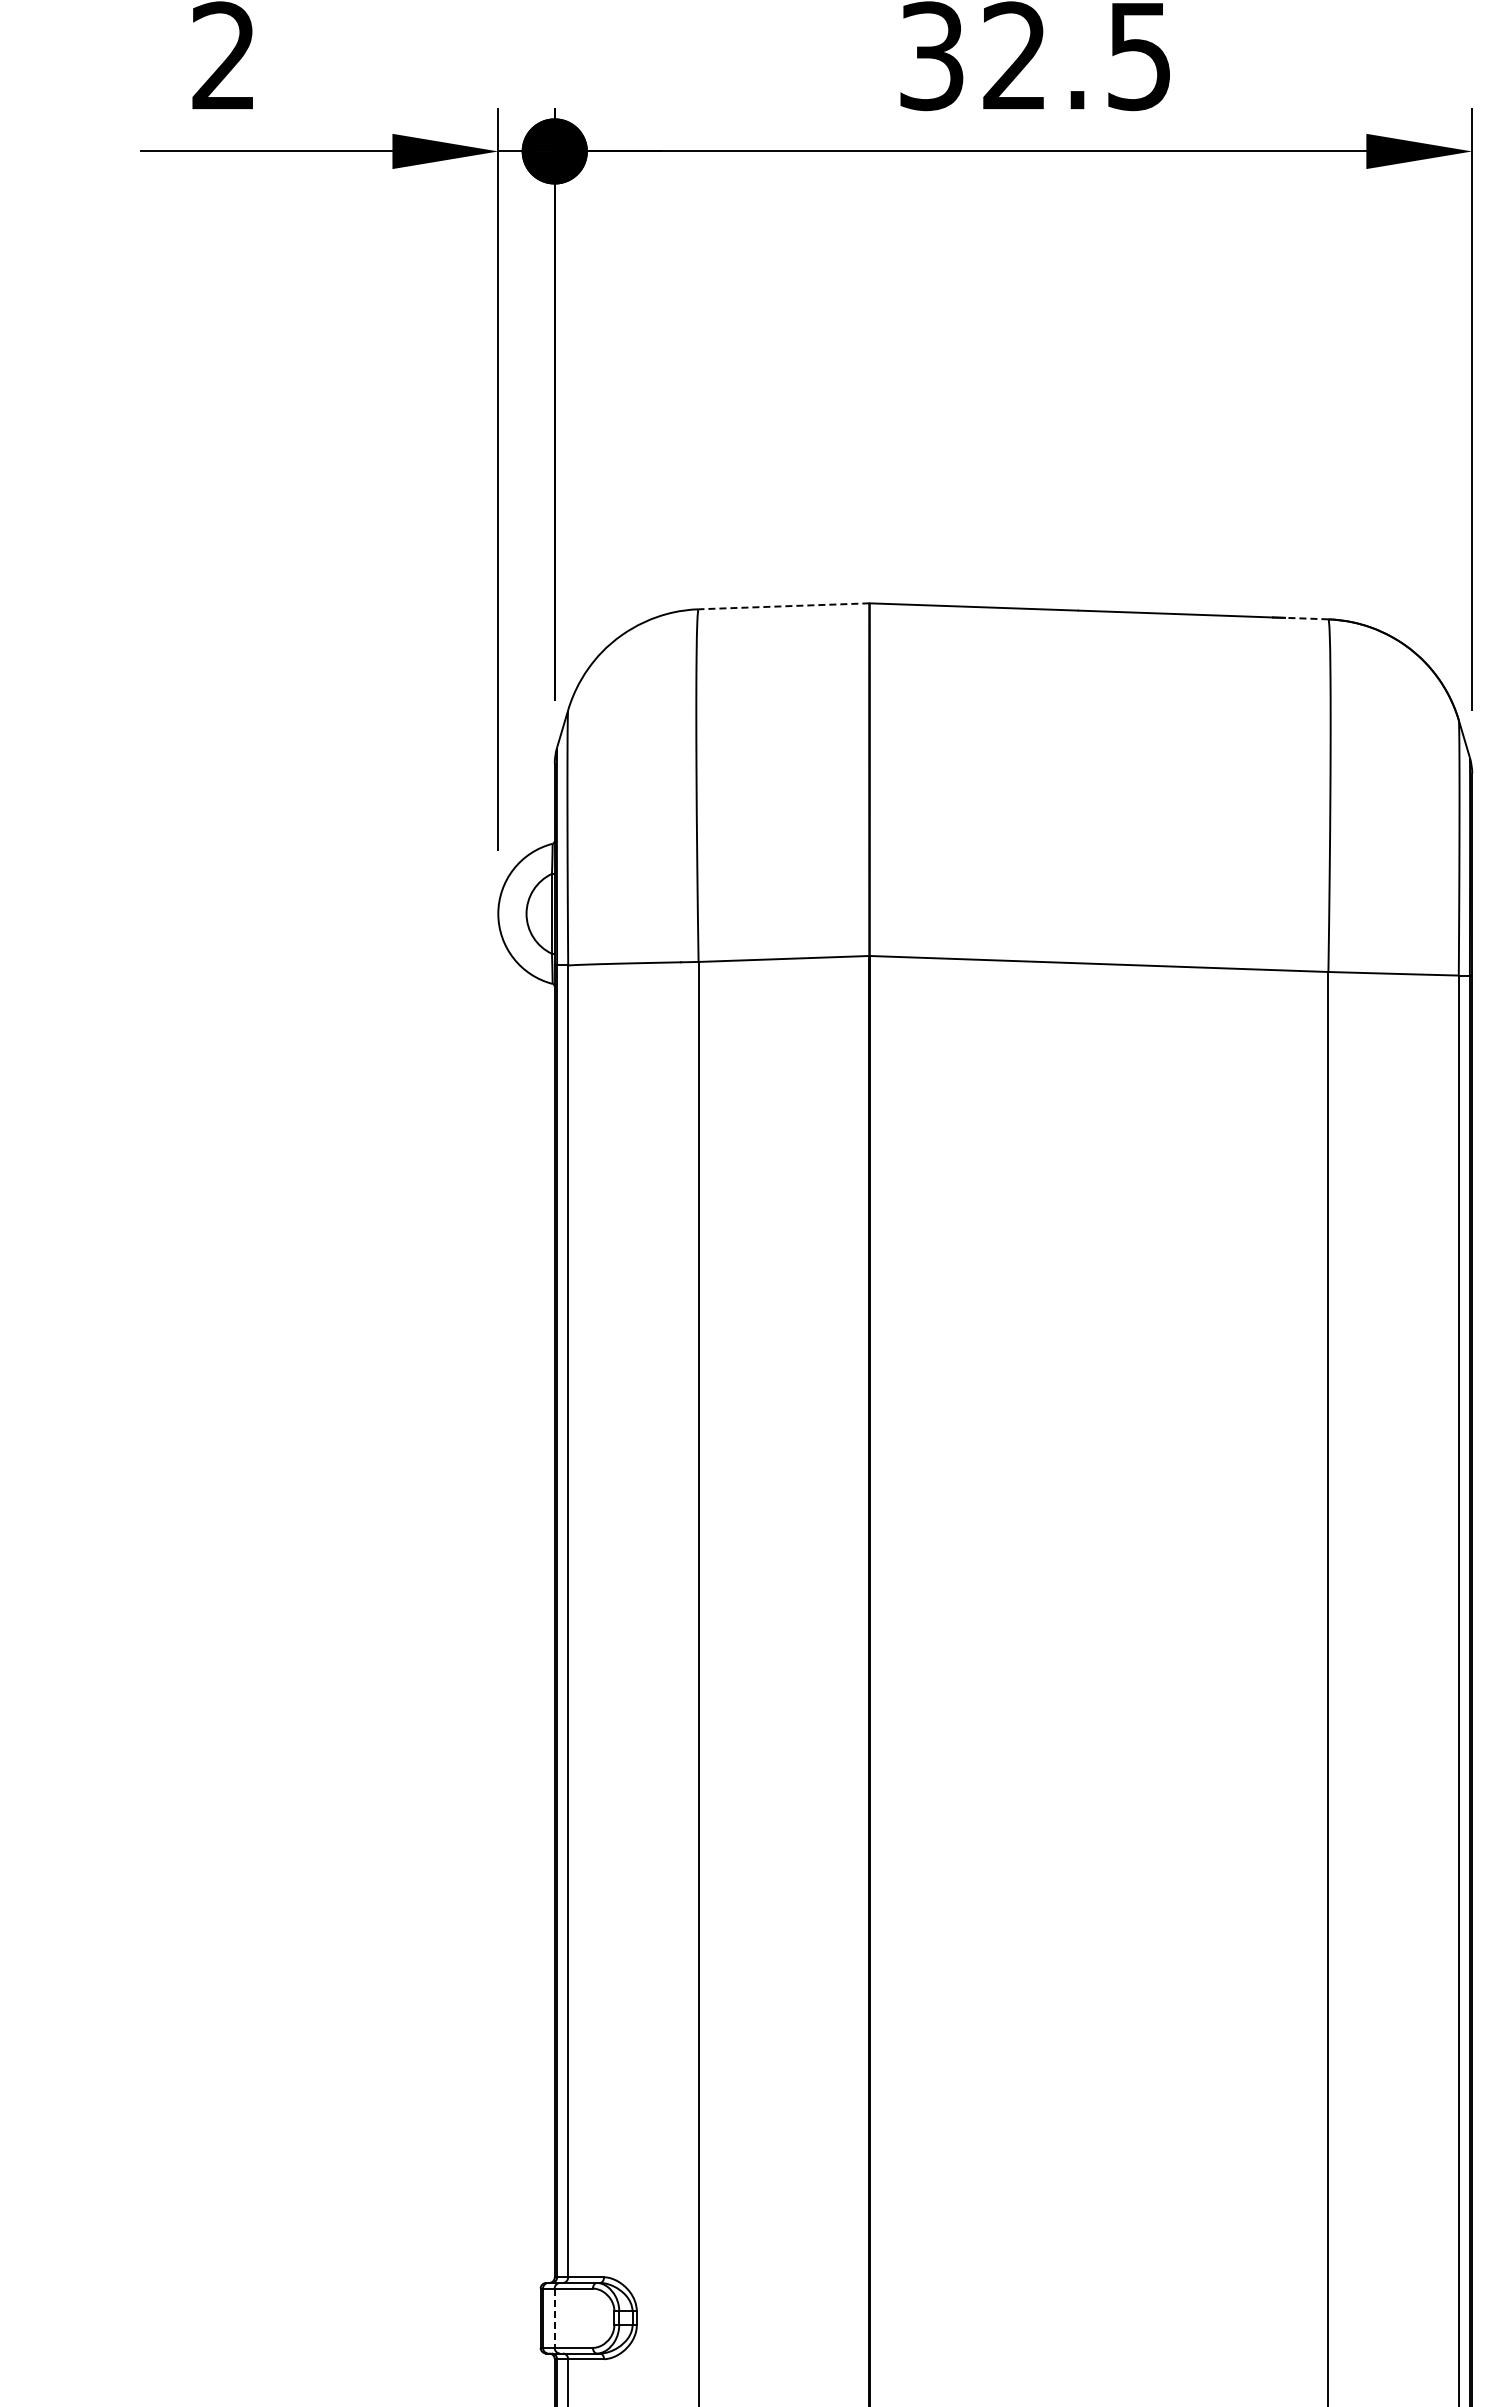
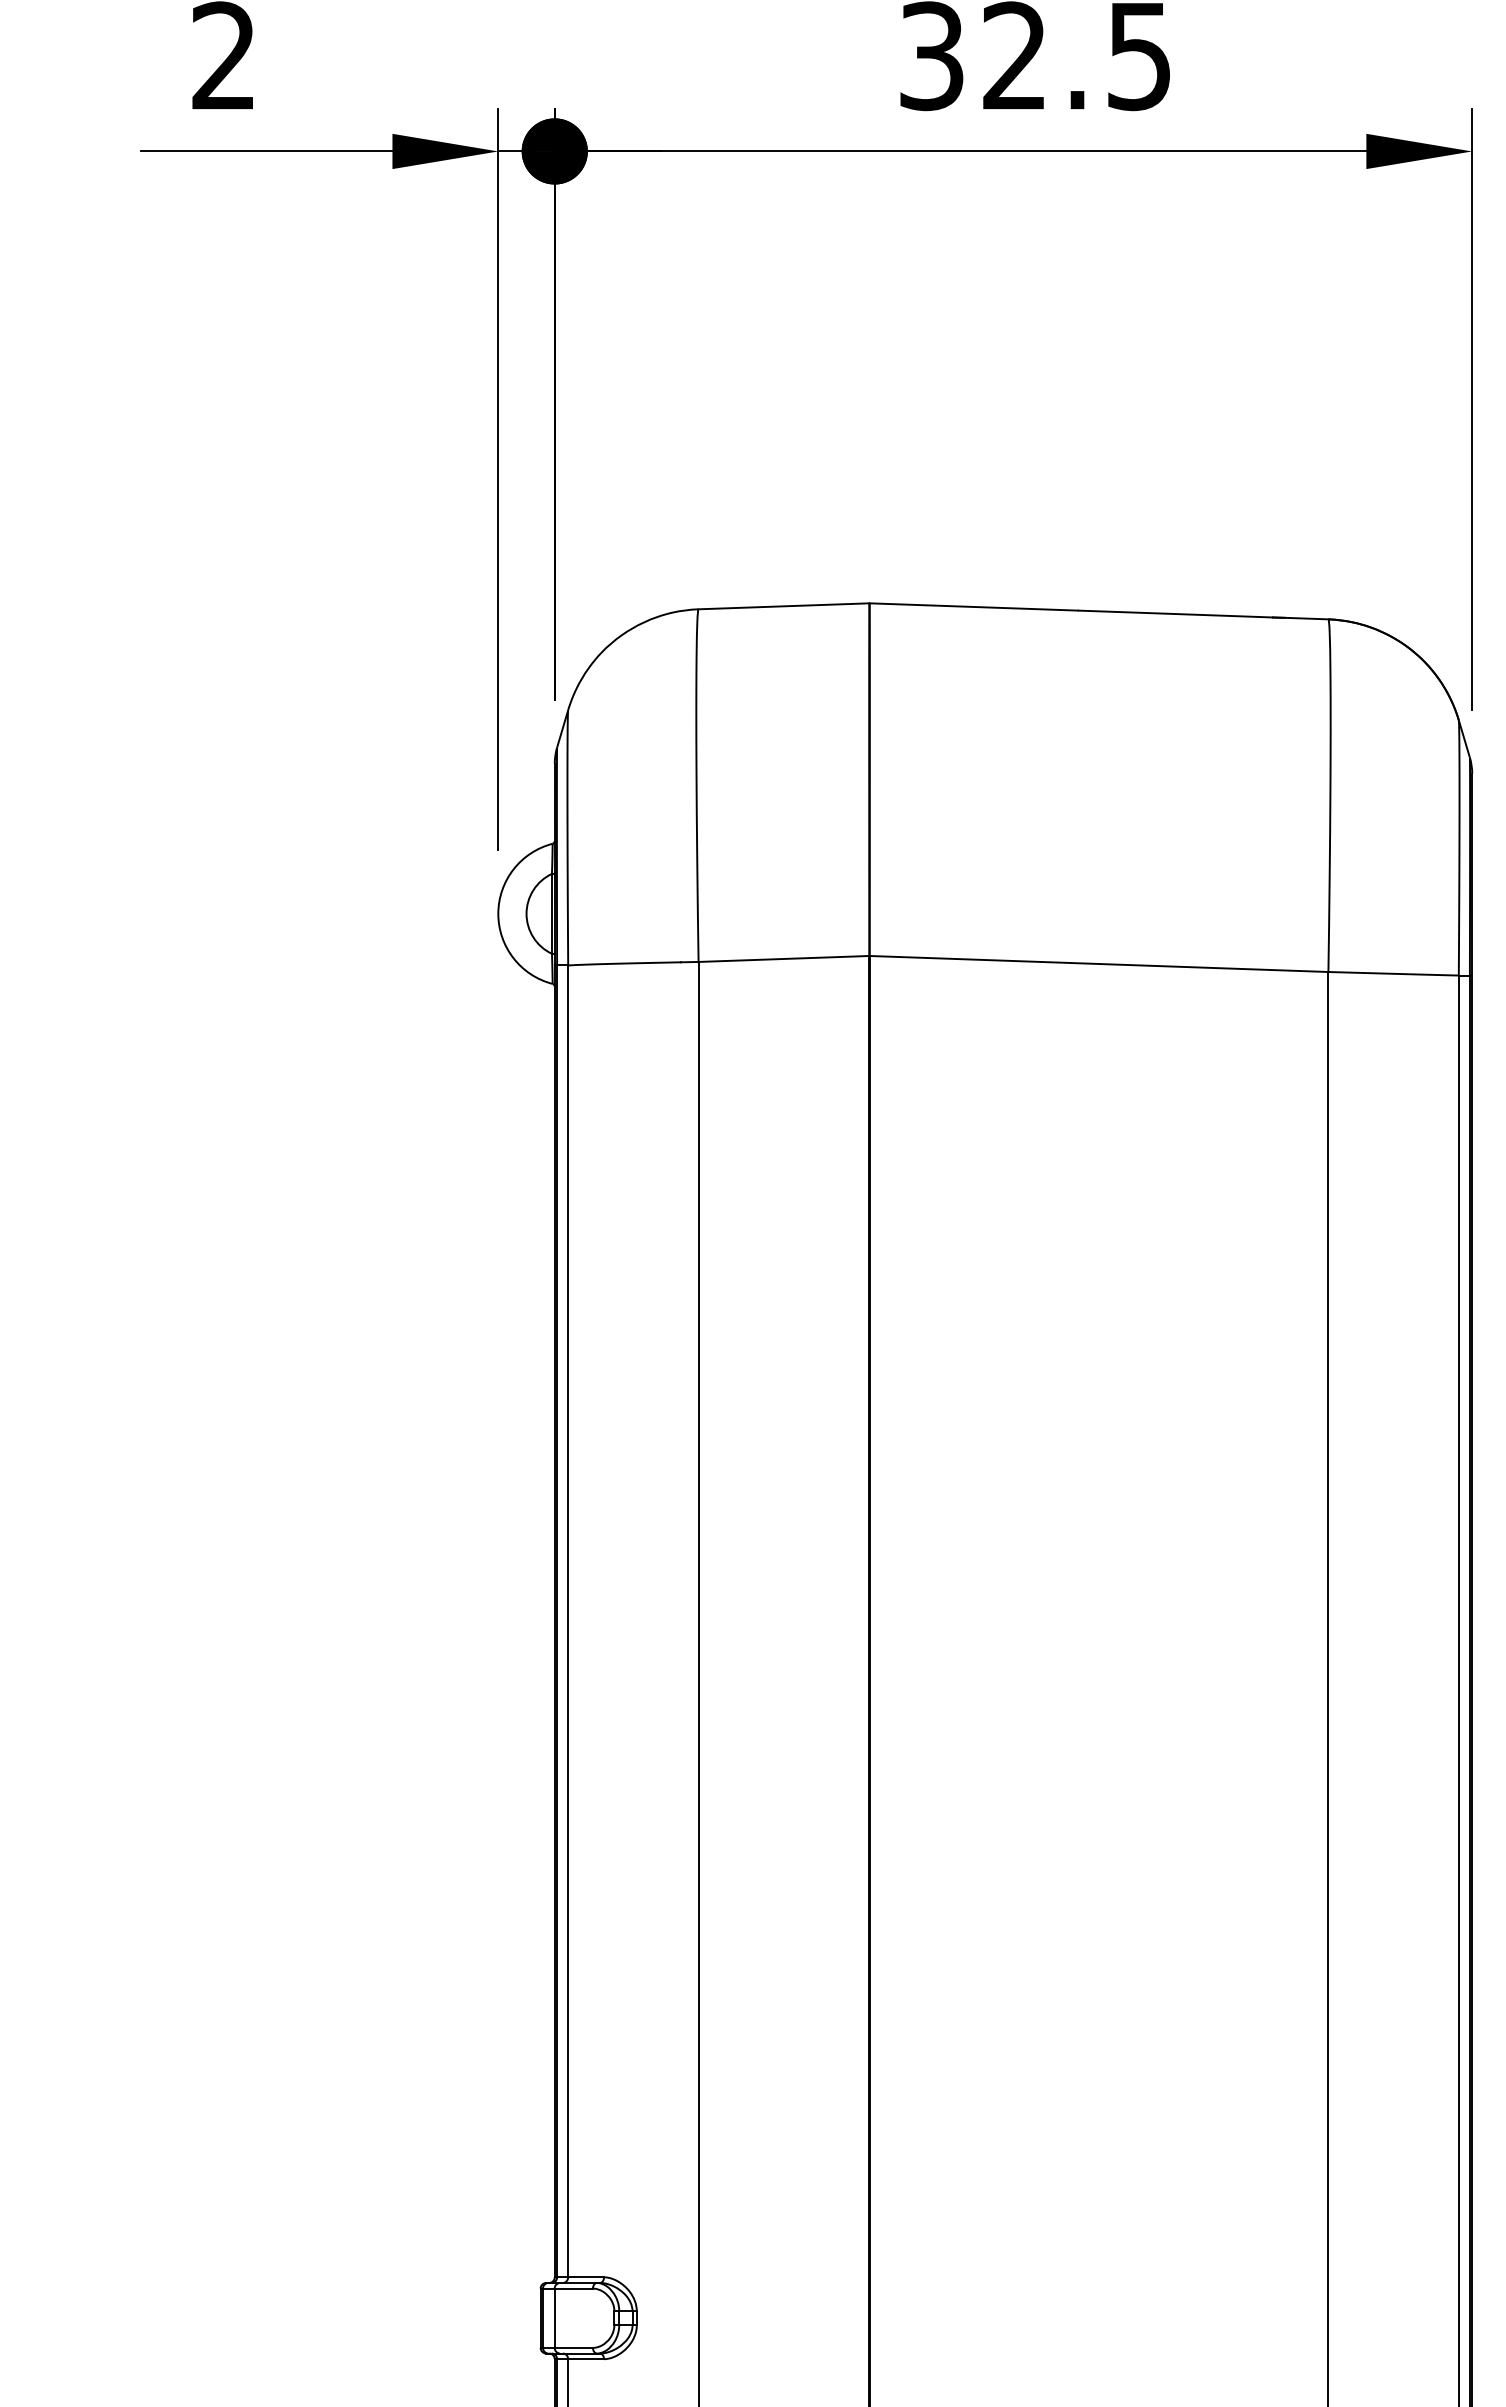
line at (783, 606): dashed -> solid
line at (1306, 618): dashed -> solid
line at (554, 2318): dashed -> solid
